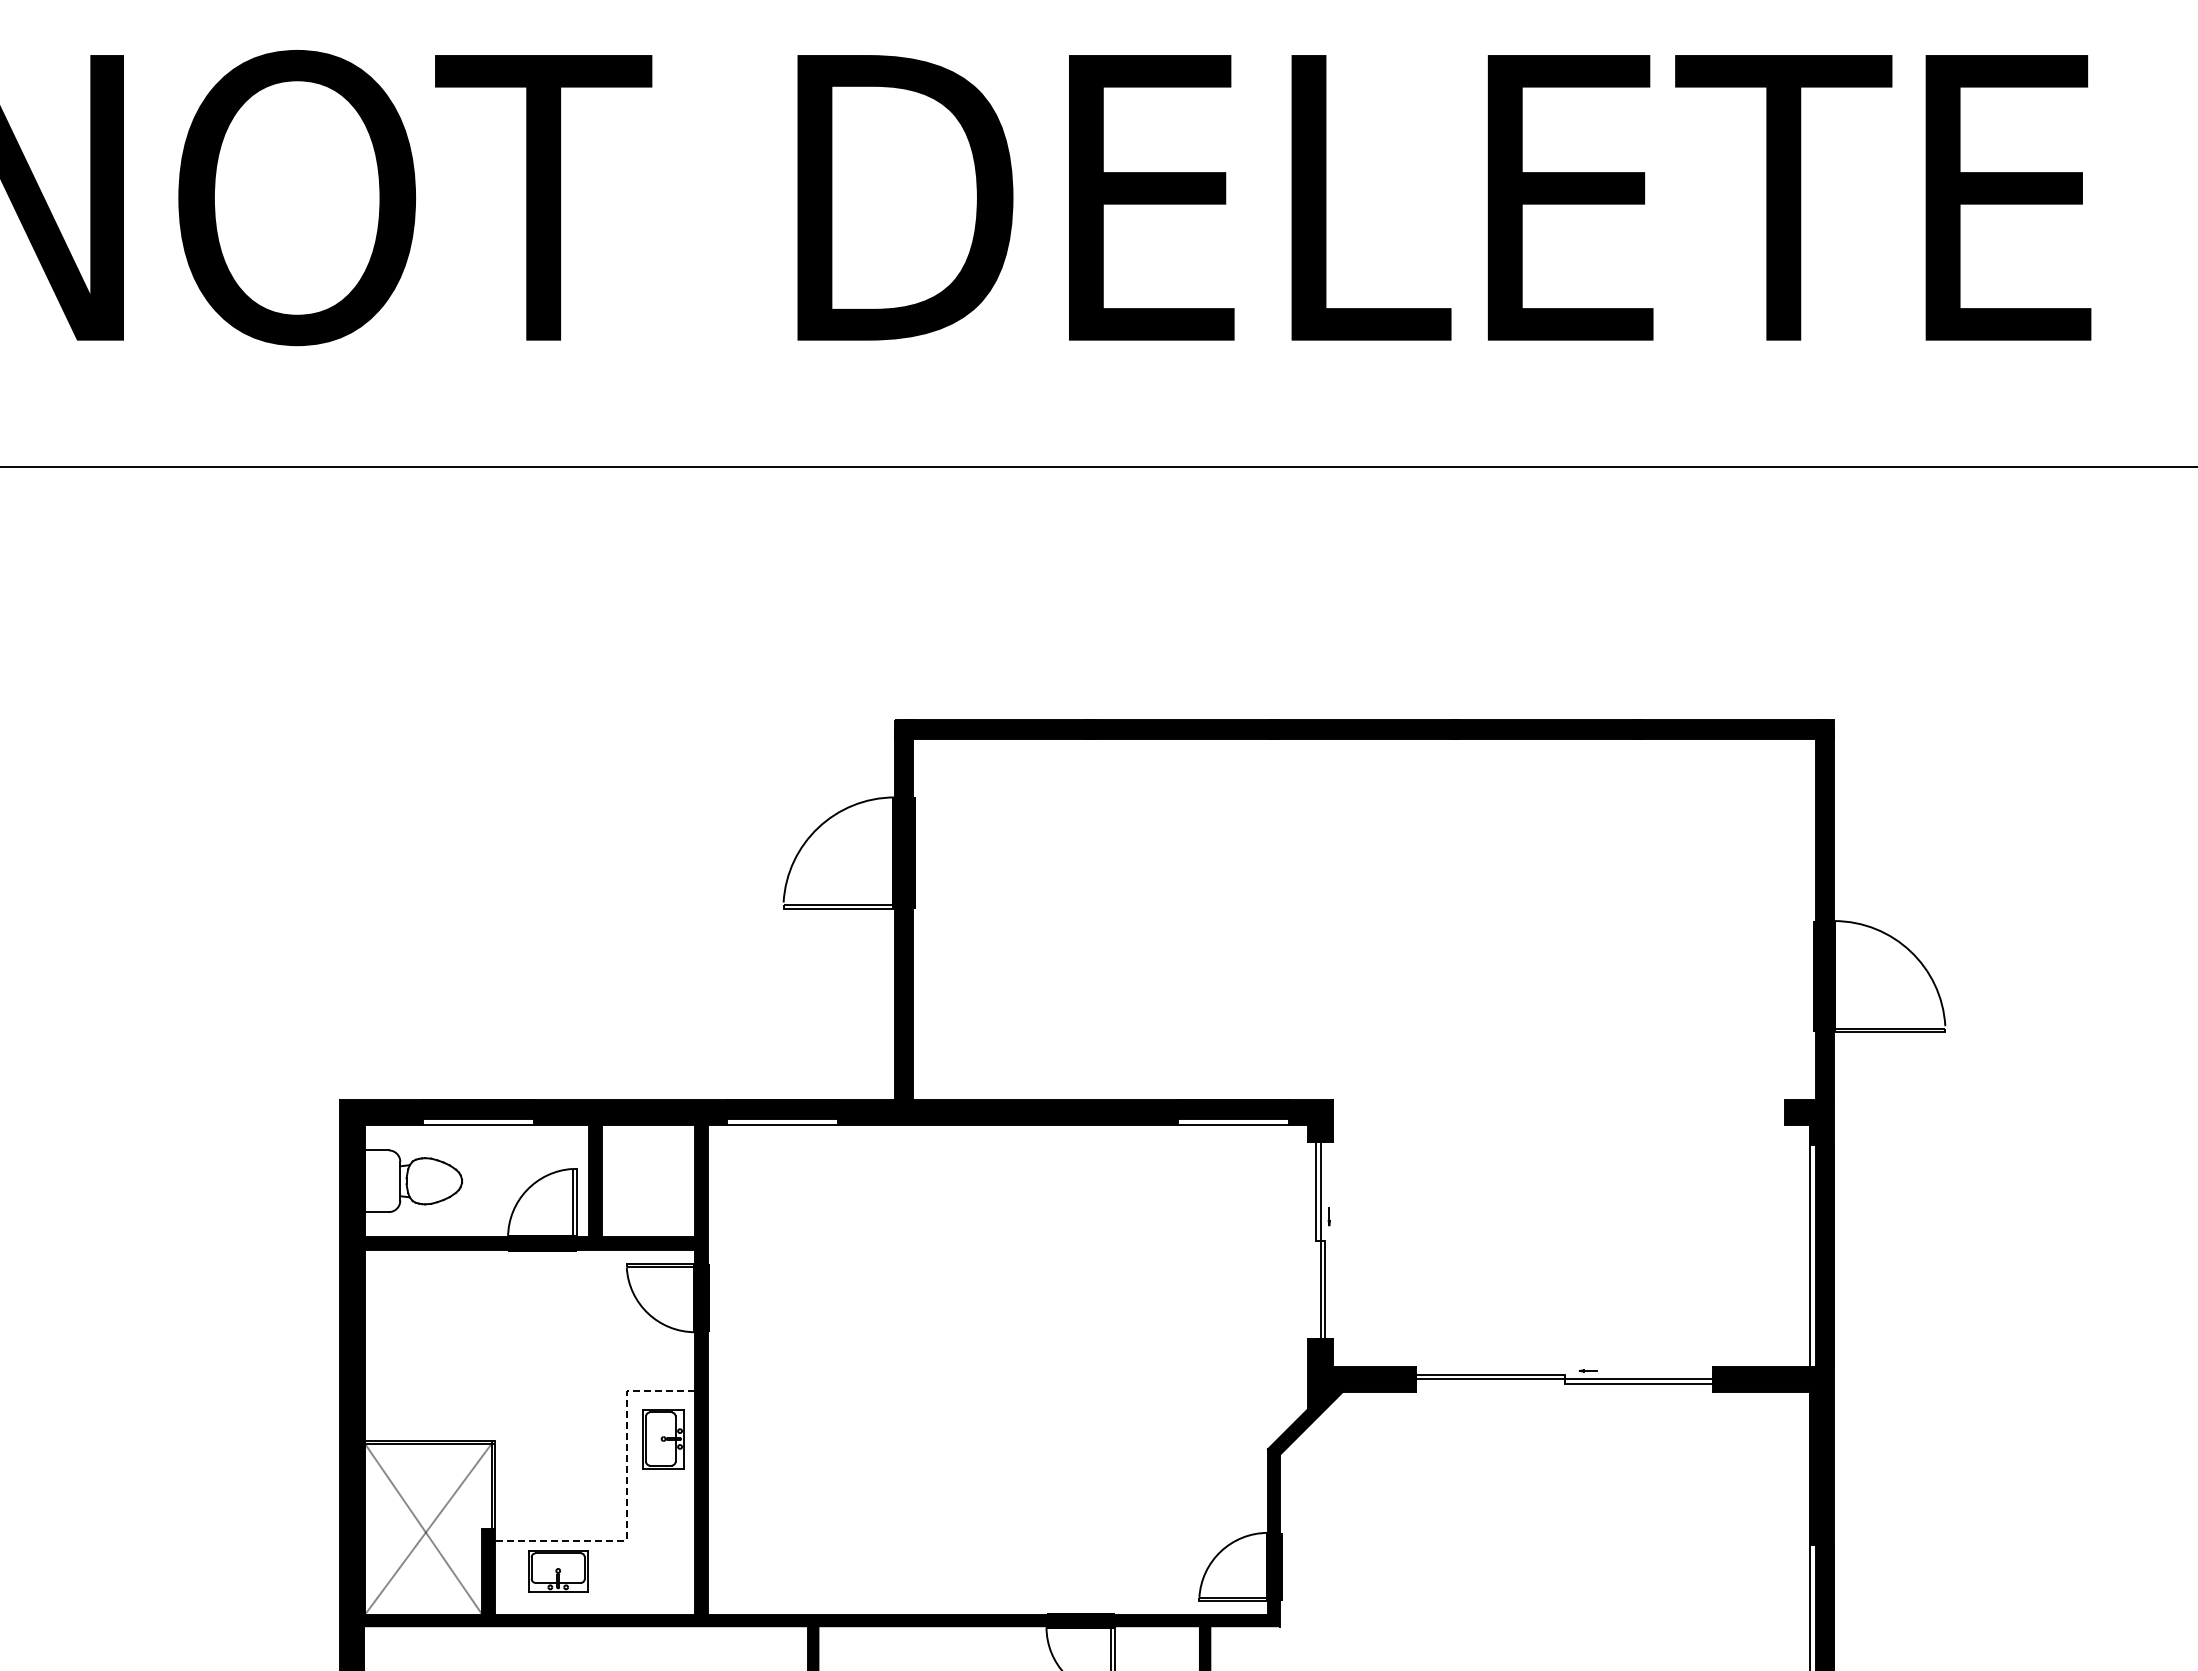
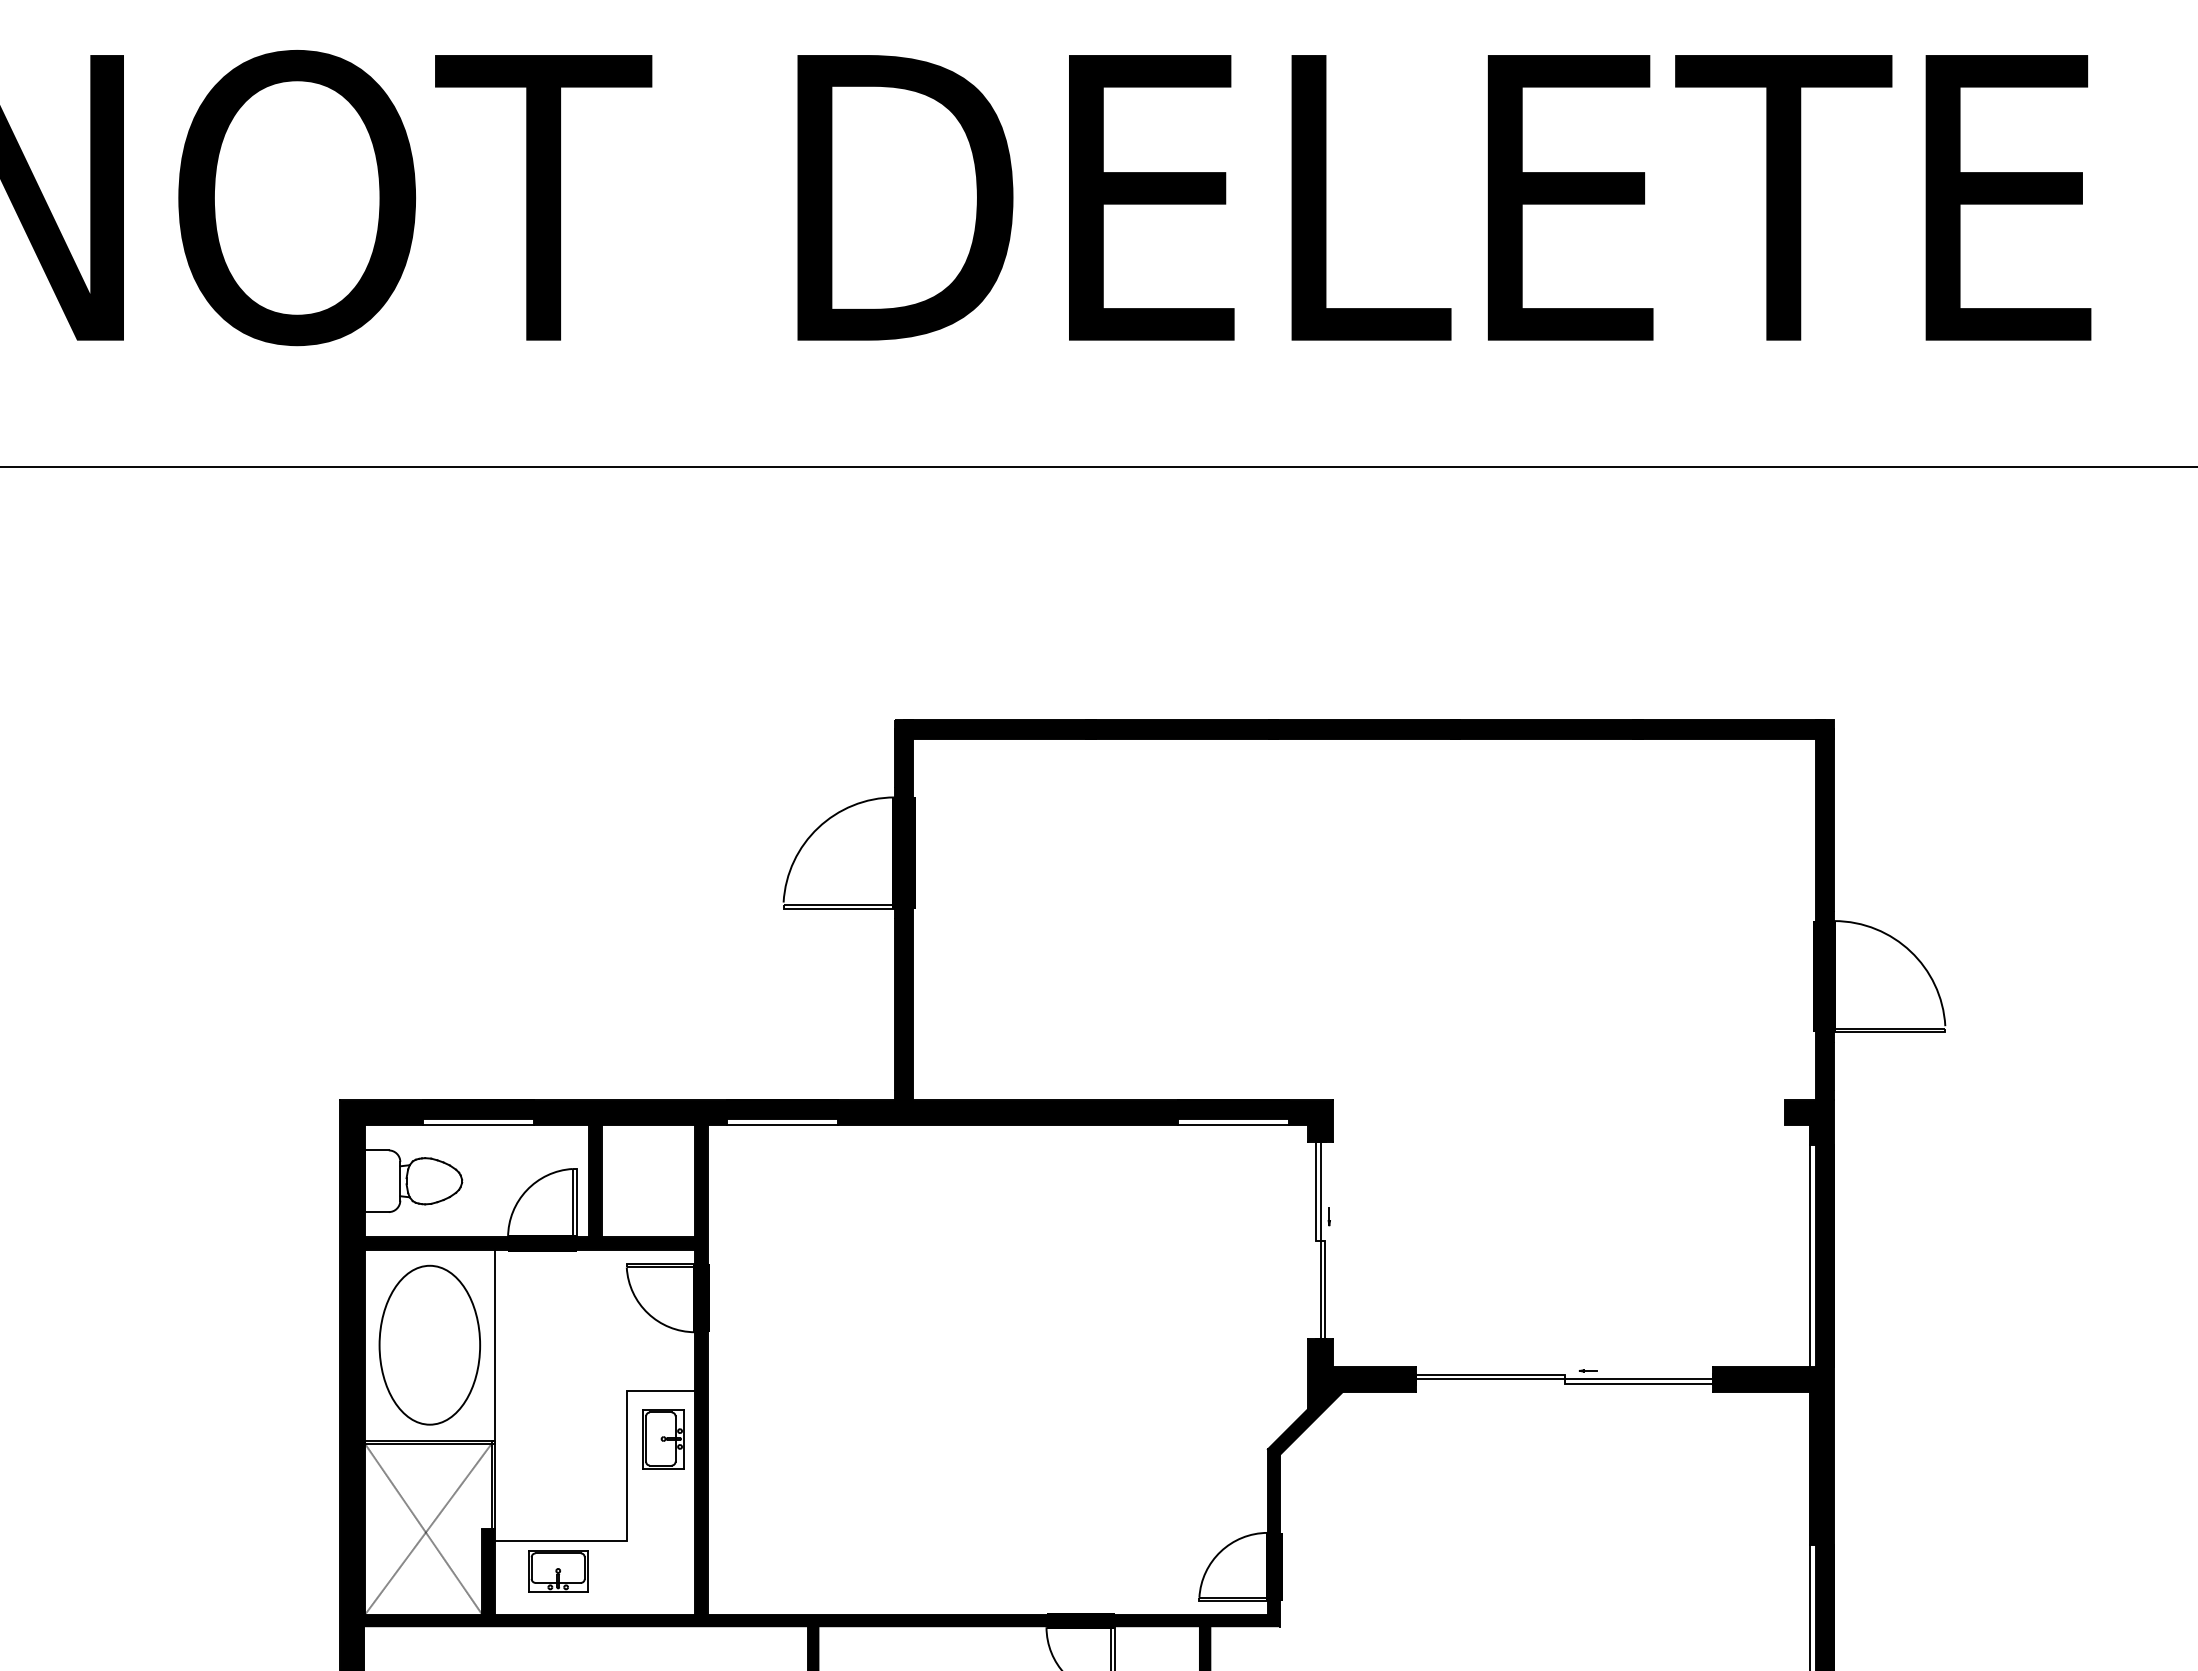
part at (429, 1344): none -> present
line at (494, 1344): none -> present
line at (627, 1498): dashed -> solid
